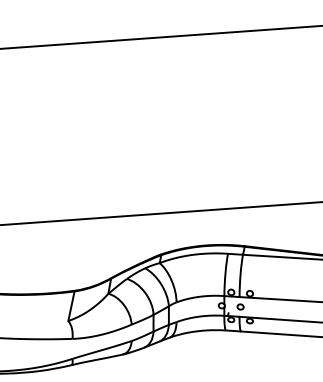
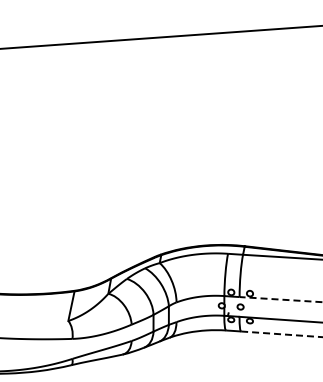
line at (160, 213): present -> none
line at (280, 299): solid -> dashed
line at (281, 334): solid -> dashed
